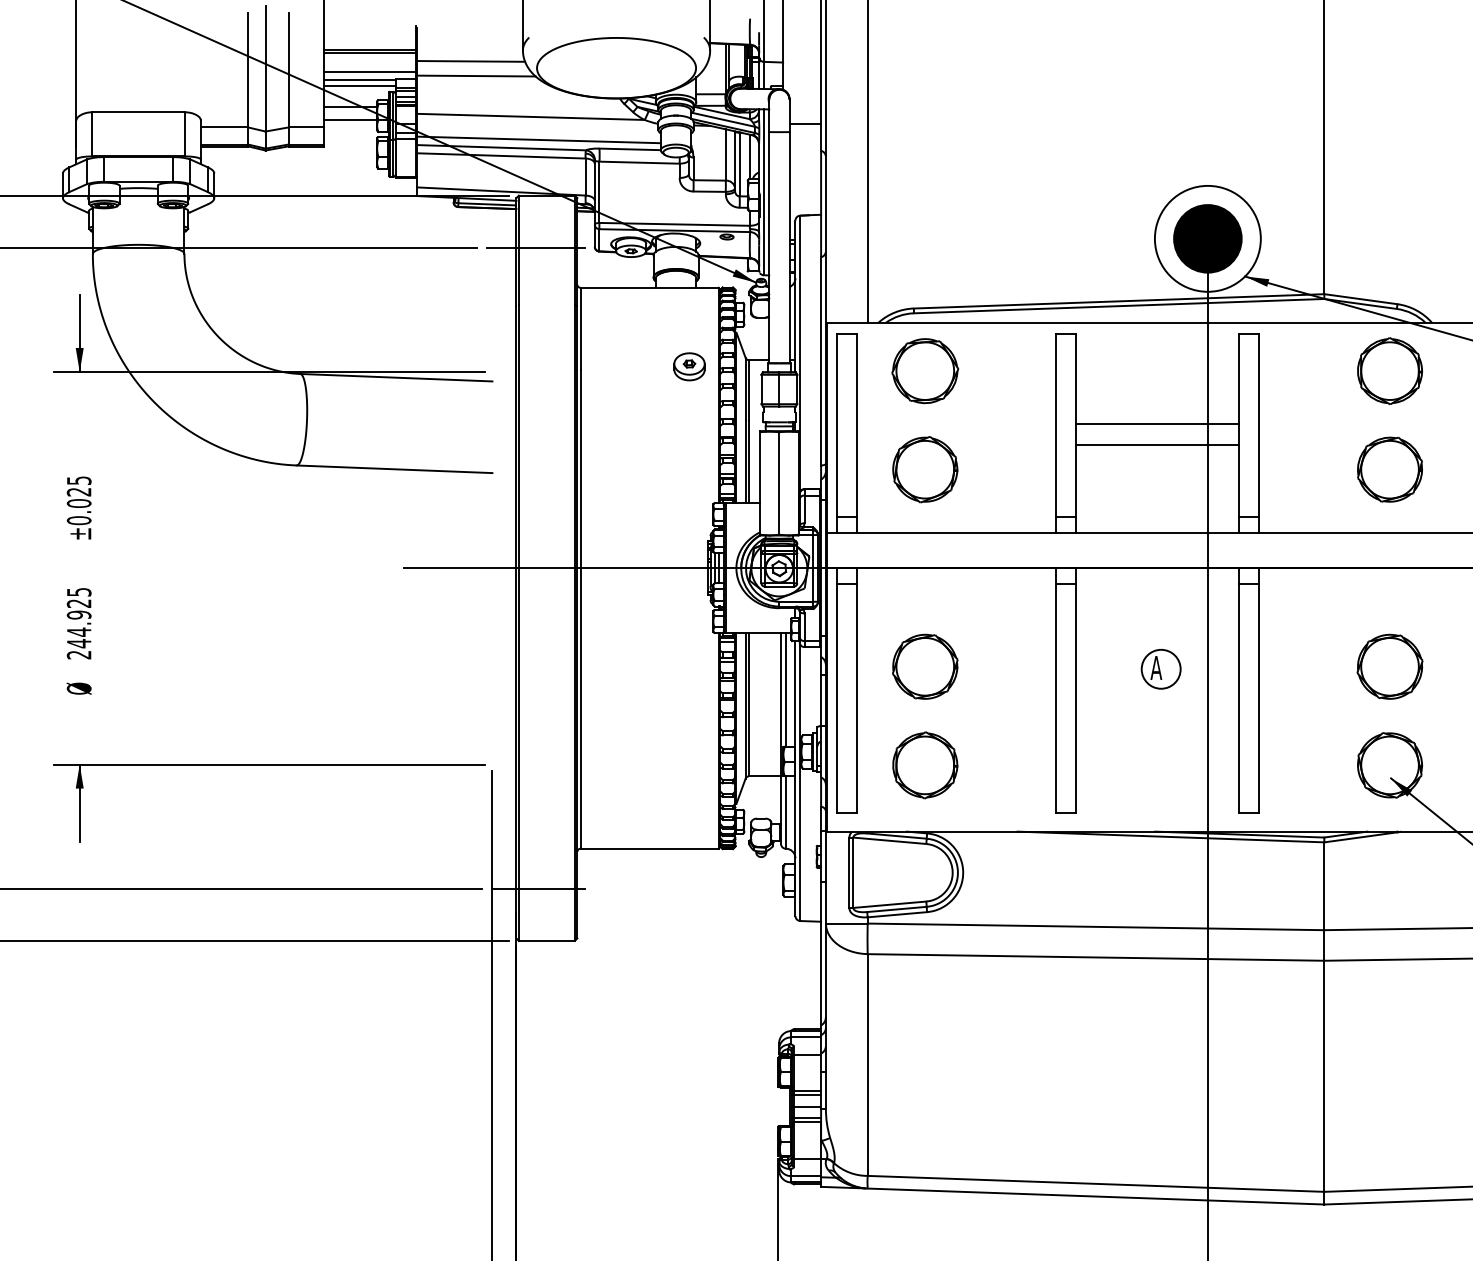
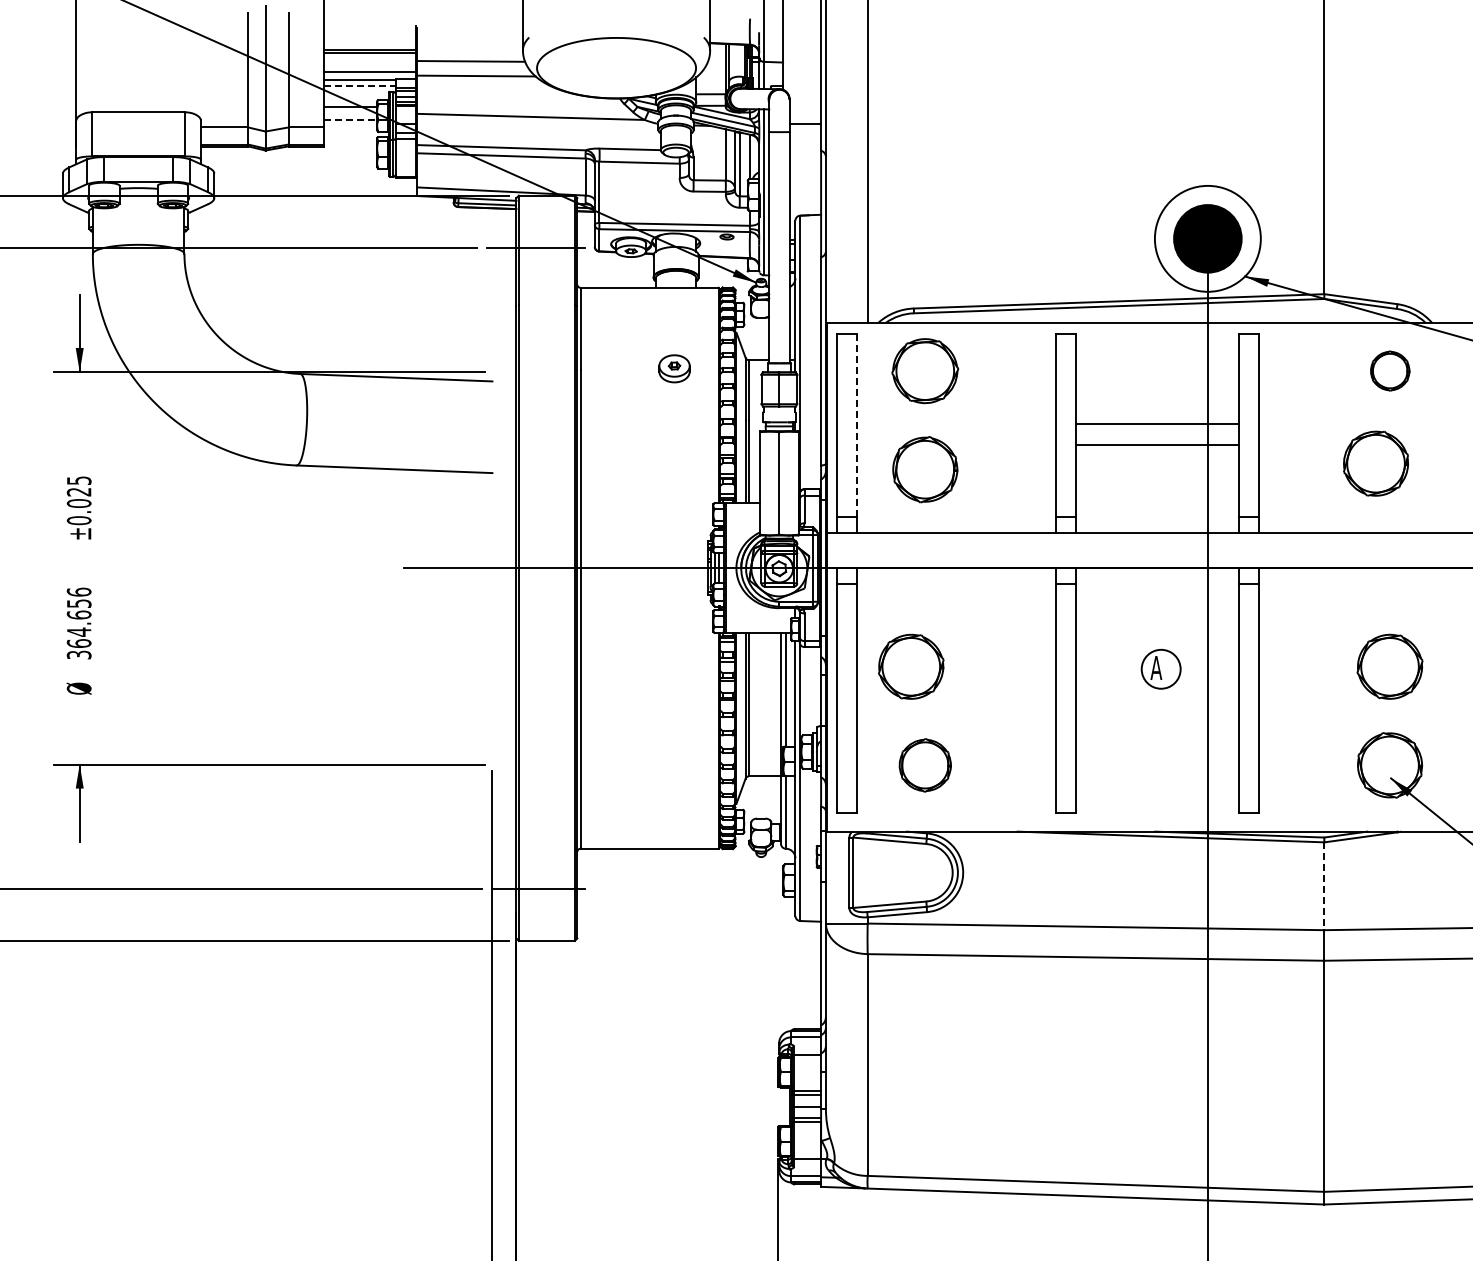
line at (360, 85): solid -> dashed
line at (350, 119): solid -> dashed
line at (538, 139): present -> none
part at (689, 366) position: (689, 366) -> (674, 368)
part at (1390, 370) size: 67x68 px -> 41x42 px
line at (857, 425): solid -> dashed
part at (1390, 469) position: (1390, 469) -> (1376, 463)
text at (78, 623): 244.925 -> 364.656
part at (925, 666) position: (925, 666) -> (911, 666)
part at (925, 765) size: 67x69 px -> 54x55 px
line at (1324, 886): solid -> dashed
